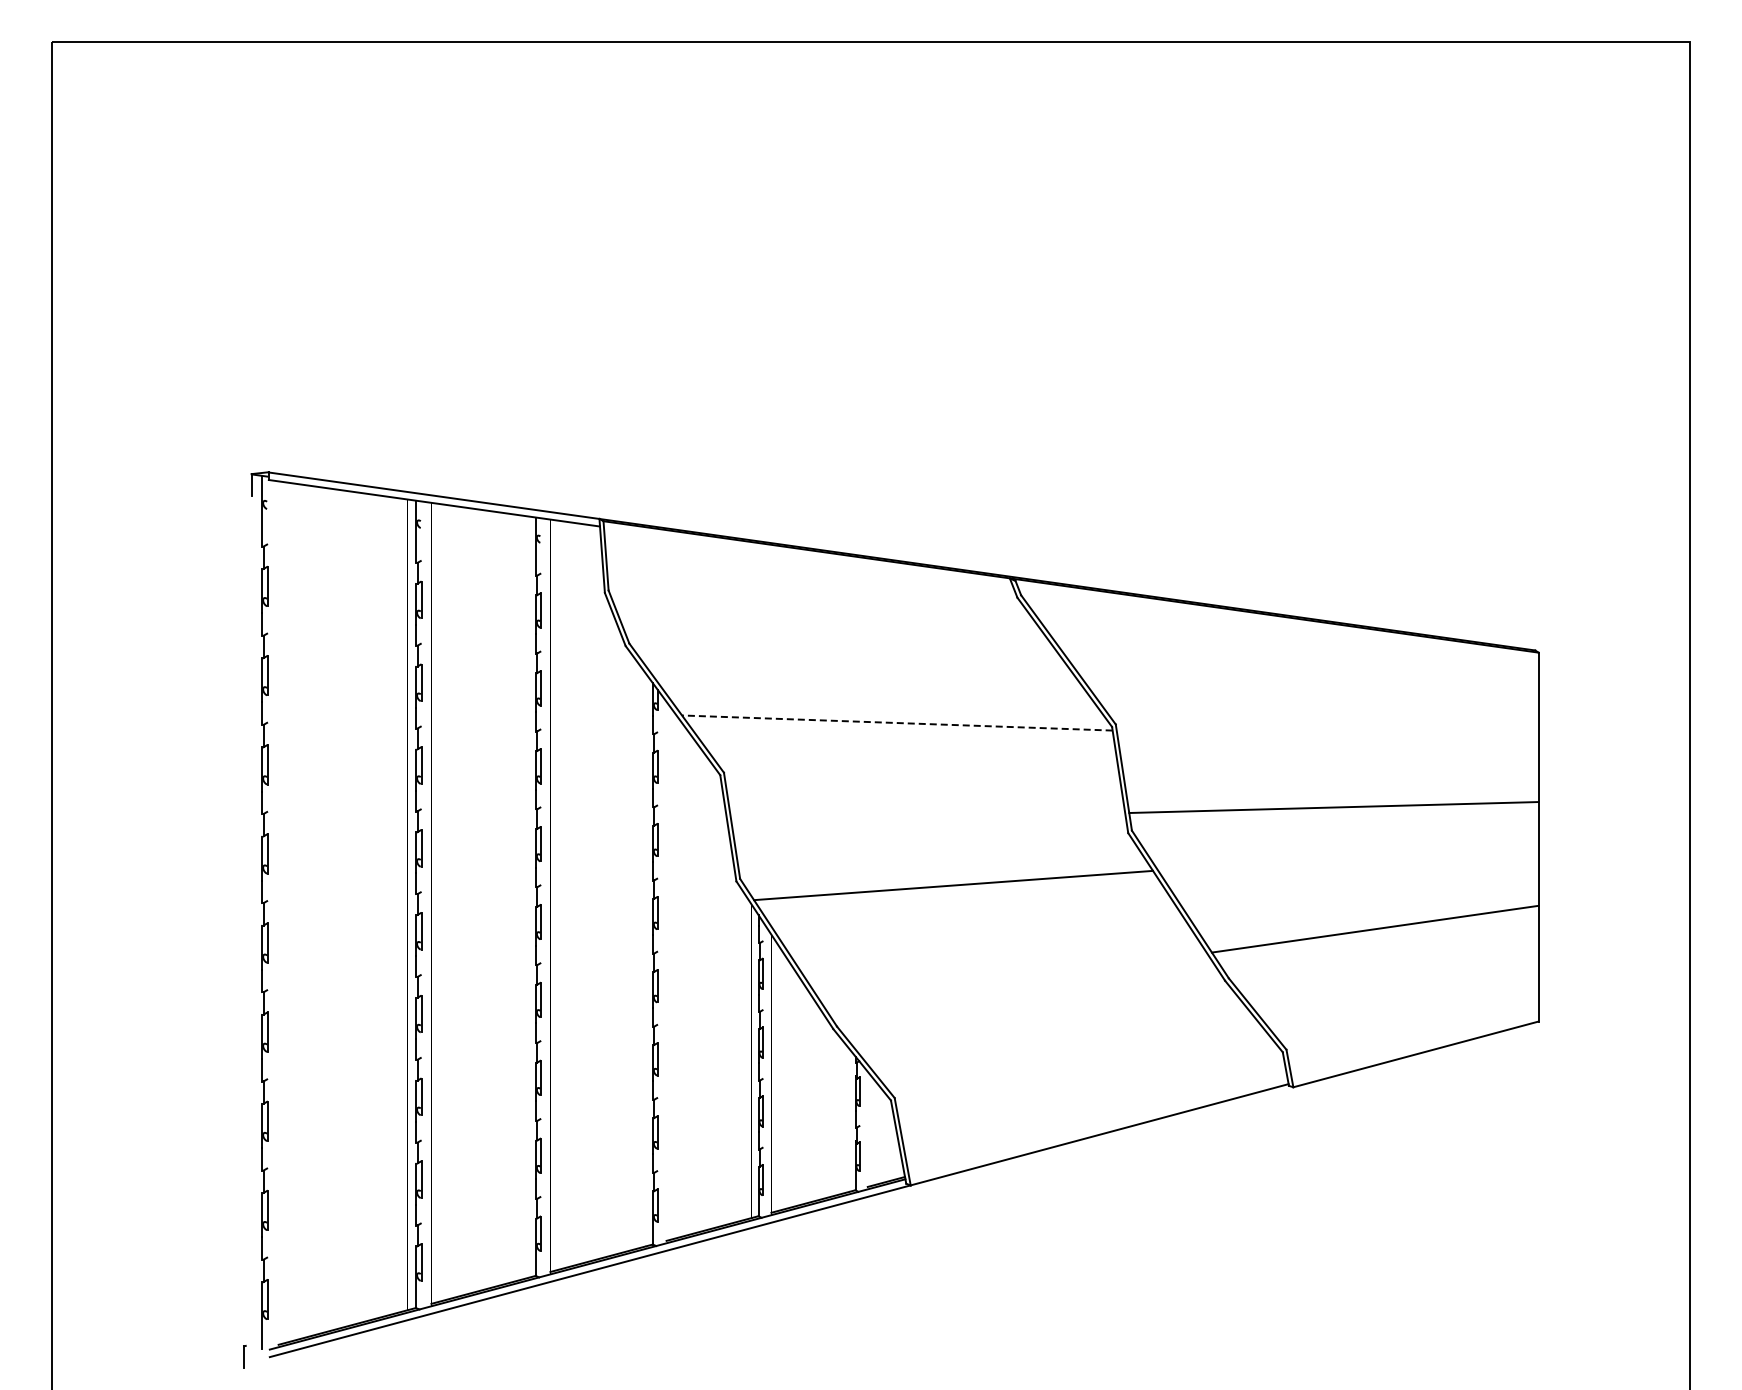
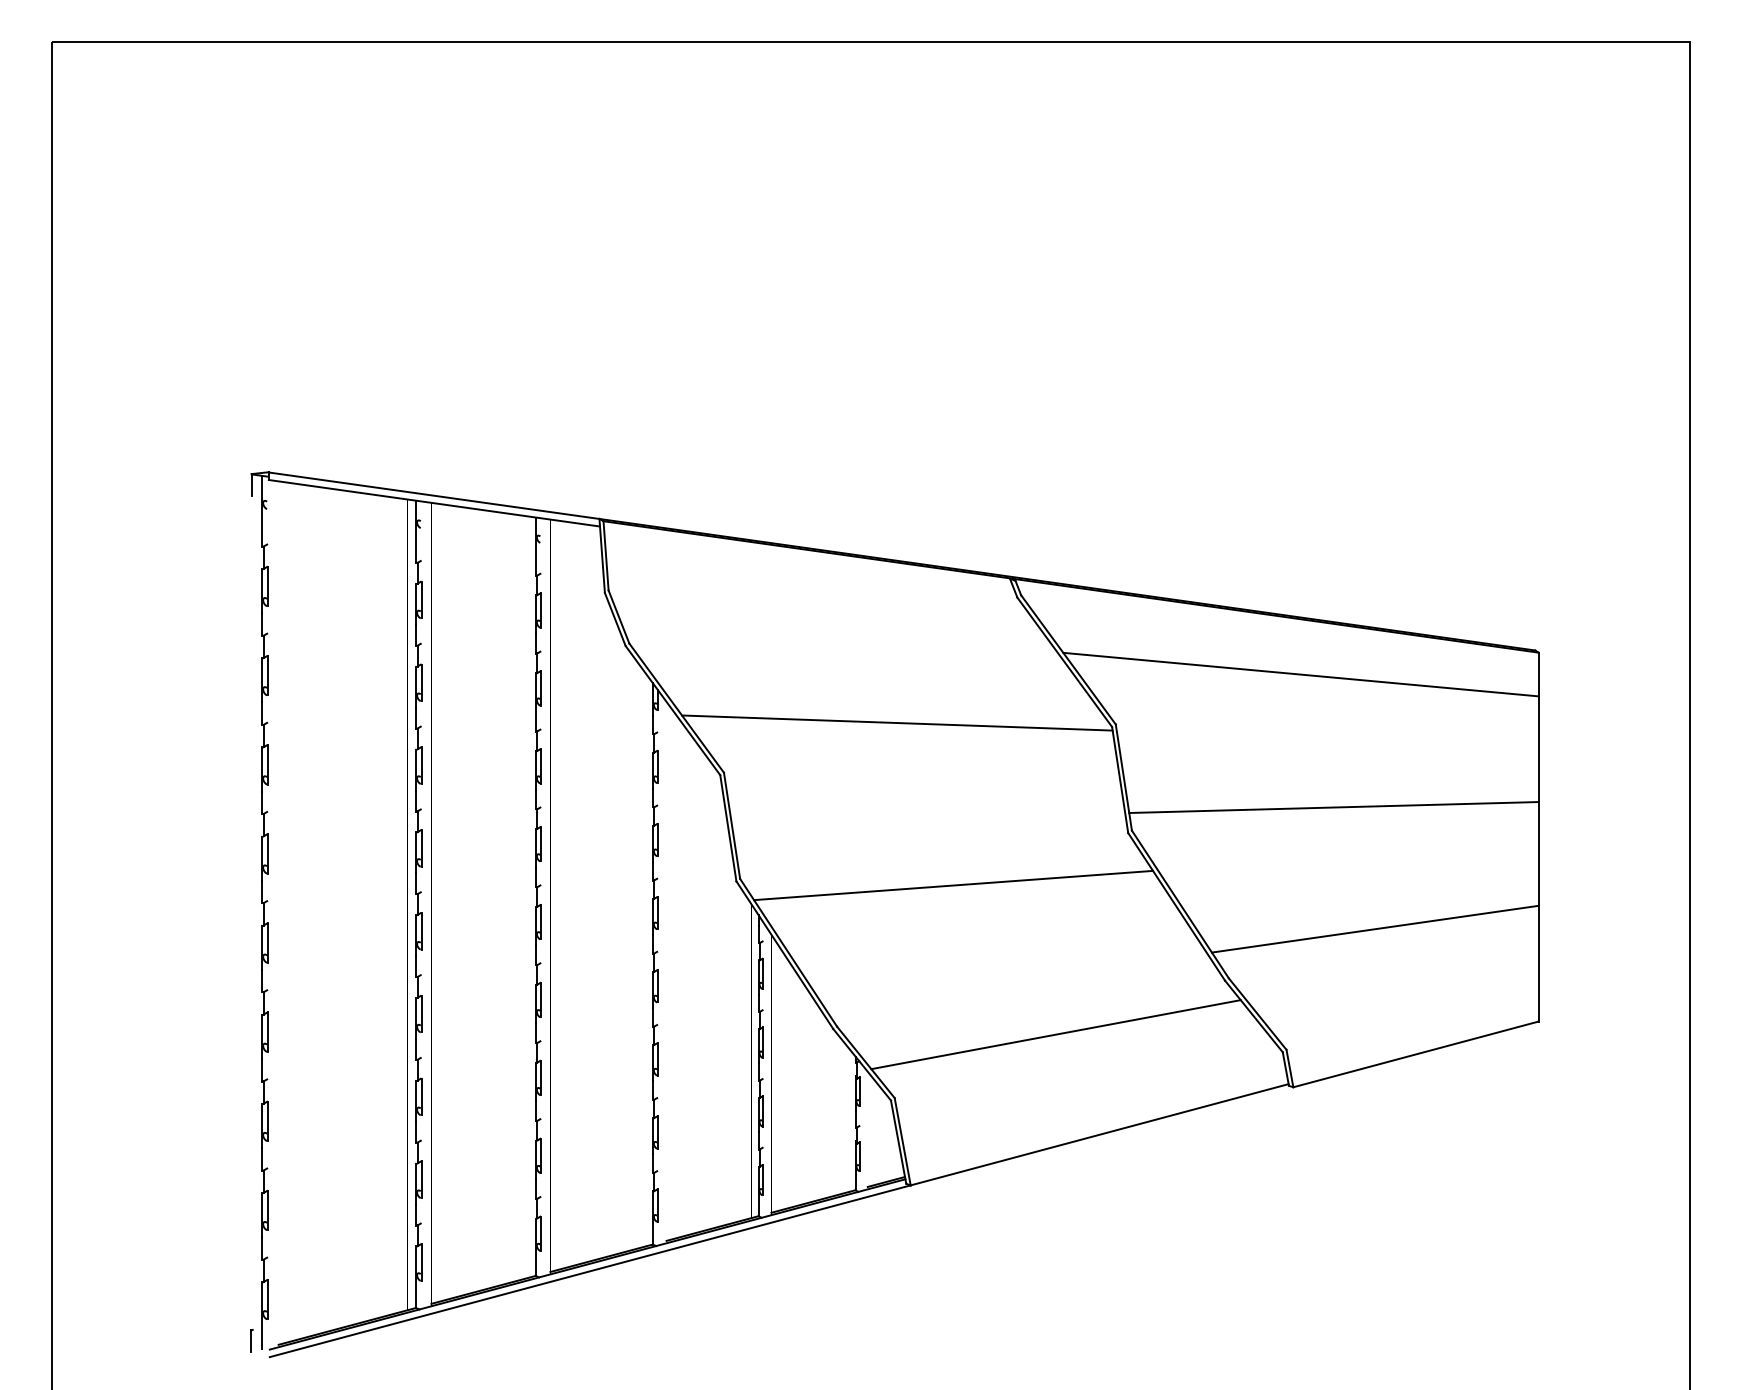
line at (1300, 674): none -> present
line at (896, 723): dashed -> solid
line at (1055, 1034): none -> present
part at (244, 1356) position: (244, 1356) -> (251, 1340)
